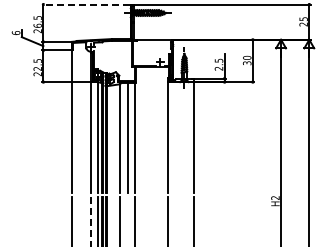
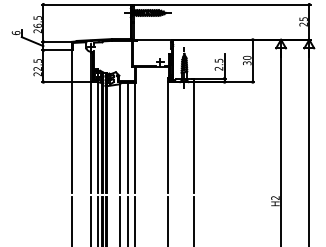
line at (85, 4): dashed -> solid
line at (128, 220): none -> present
line at (90, 221): dashed -> solid
